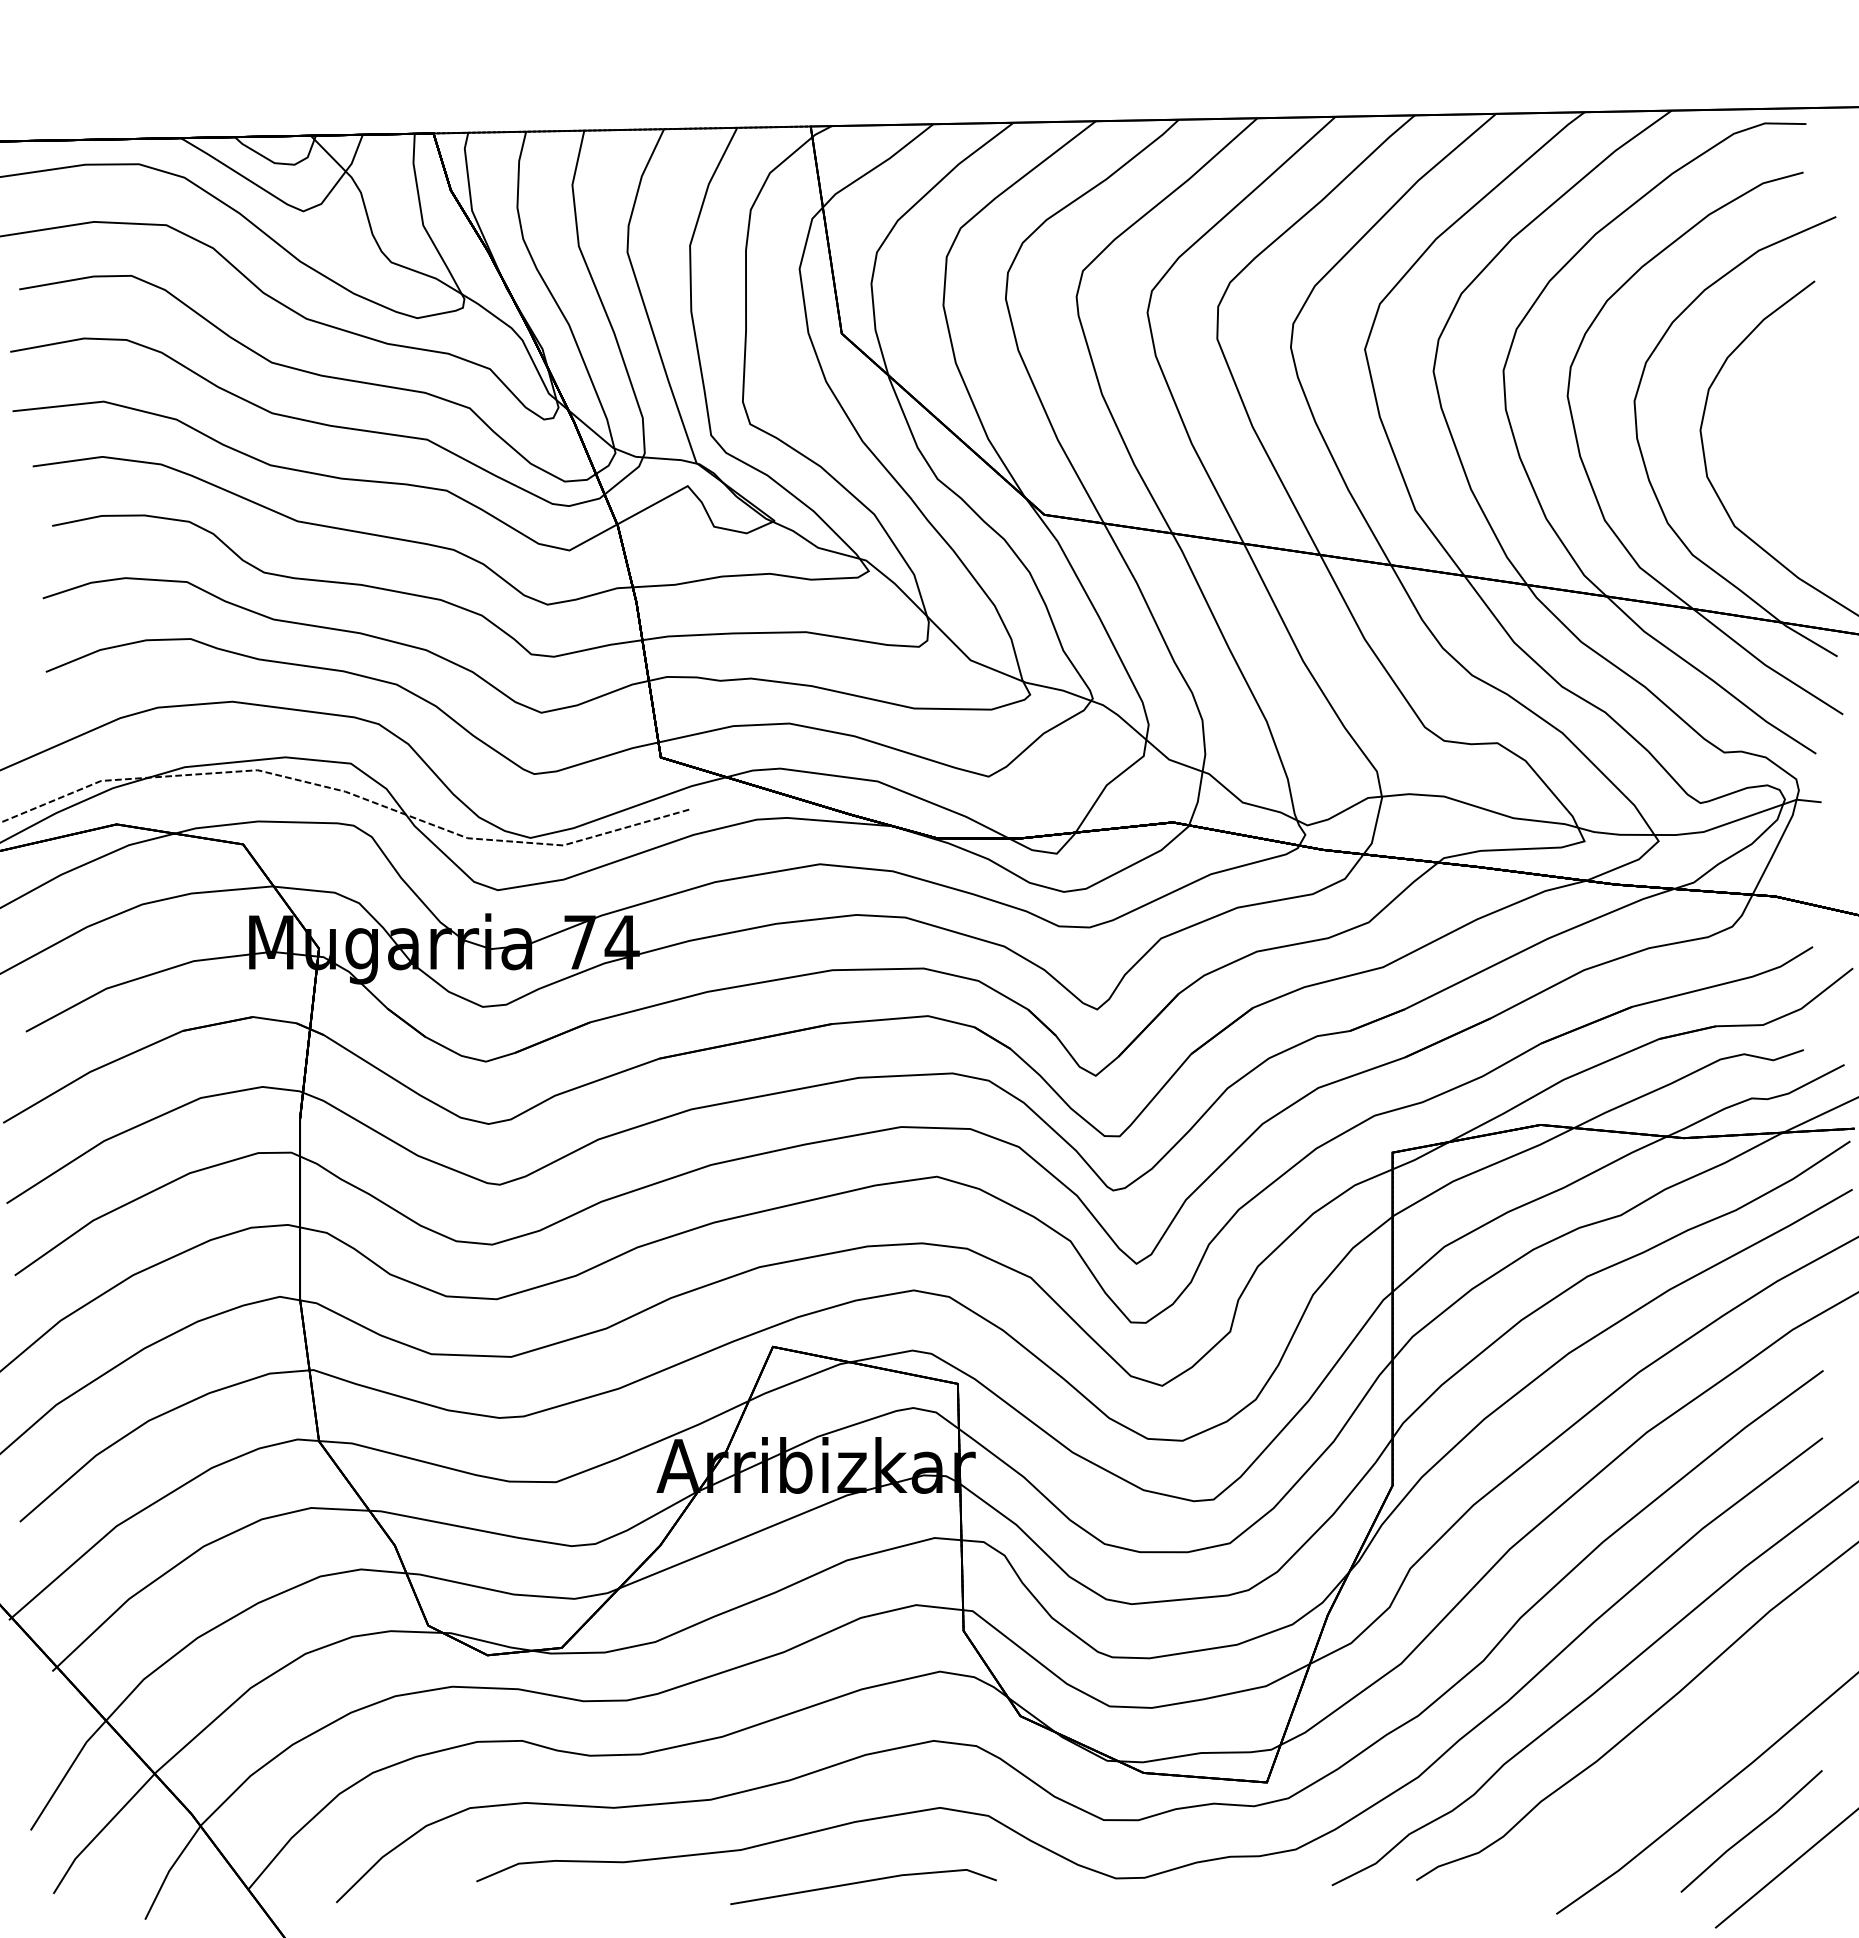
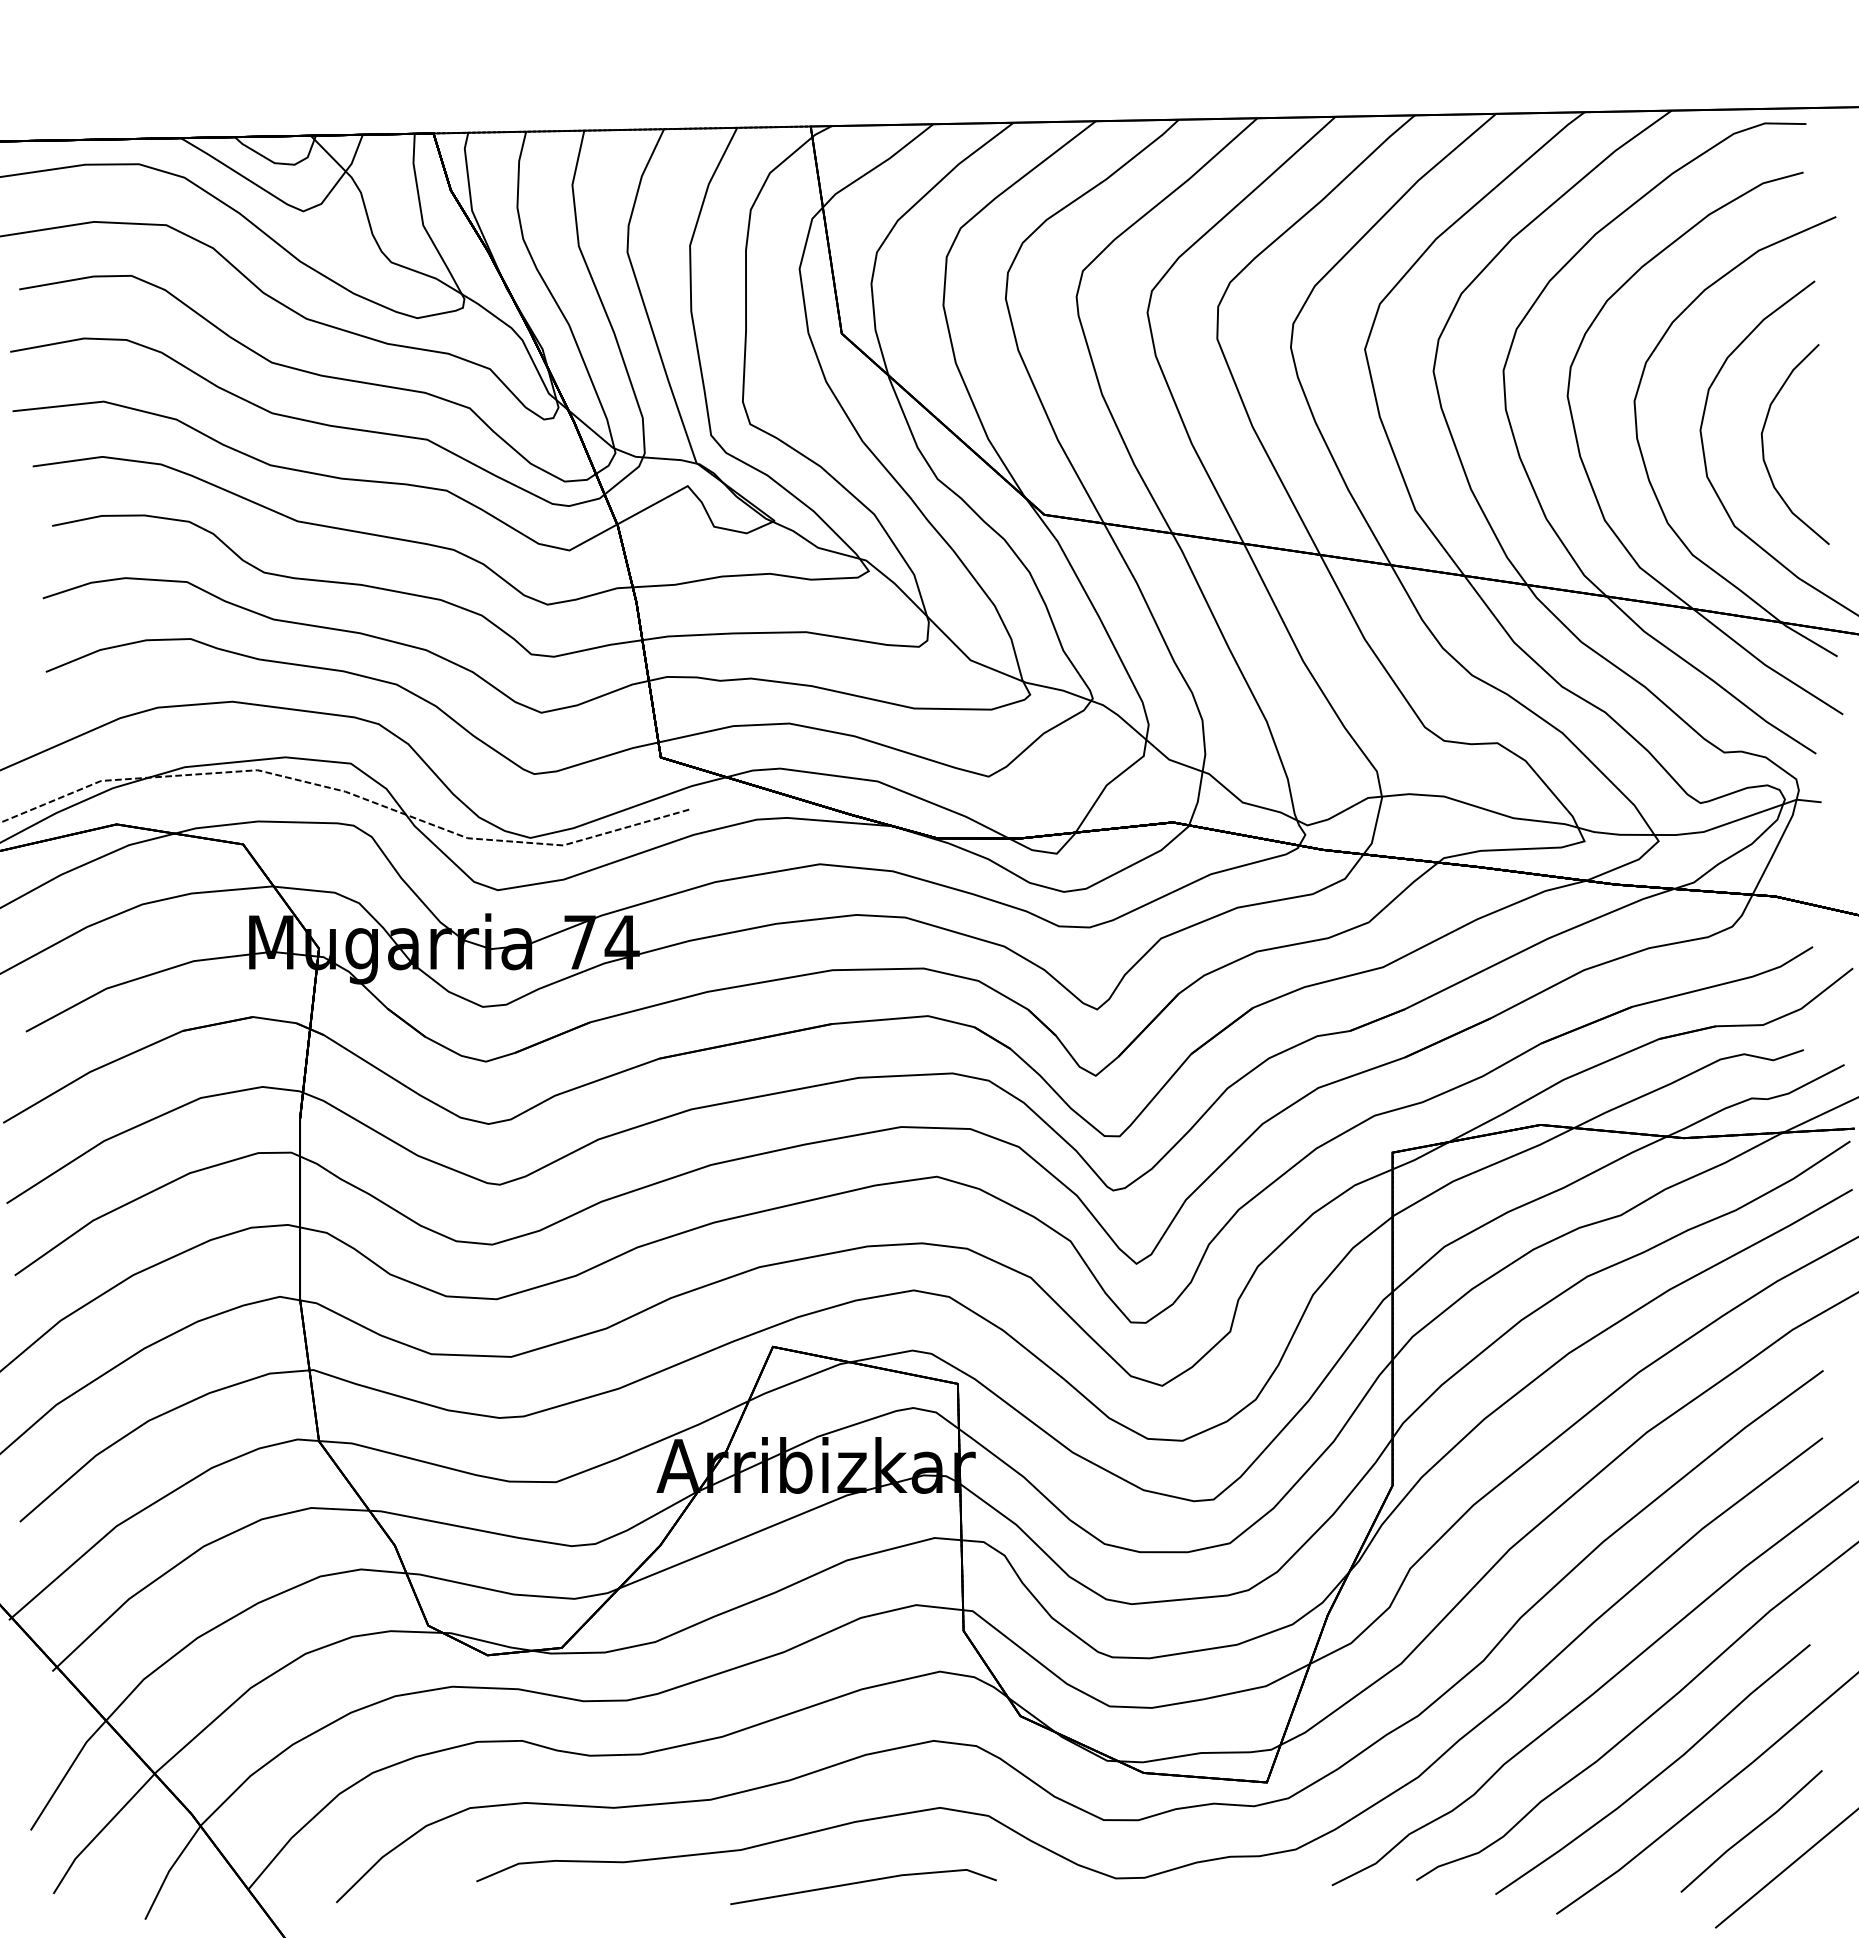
part at (1763, 444): none -> present
curve at (1657, 1774): none -> present
